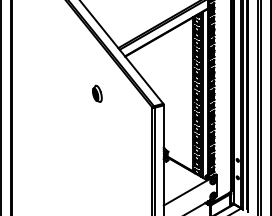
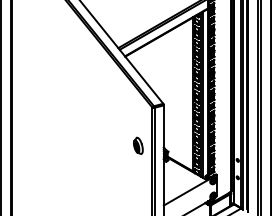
part at (97, 93) position: (97, 93) -> (138, 145)
